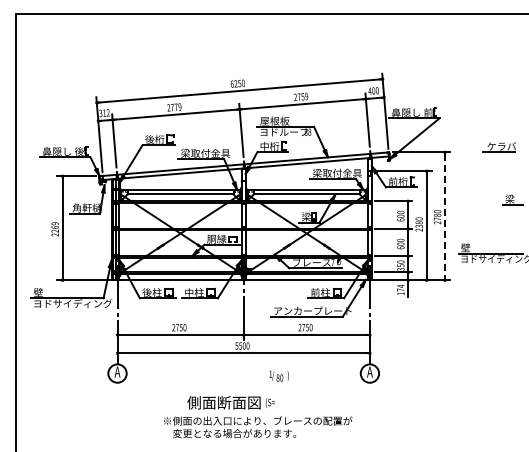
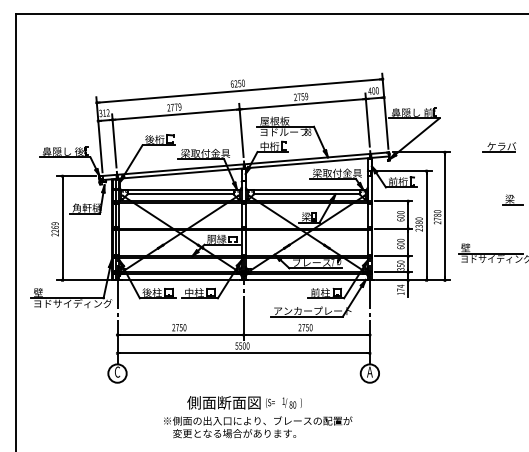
line at (444, 216): dashed -> solid
text at (117, 371): A -> C
text at (278, 375) position: (278, 375) -> (291, 402)
